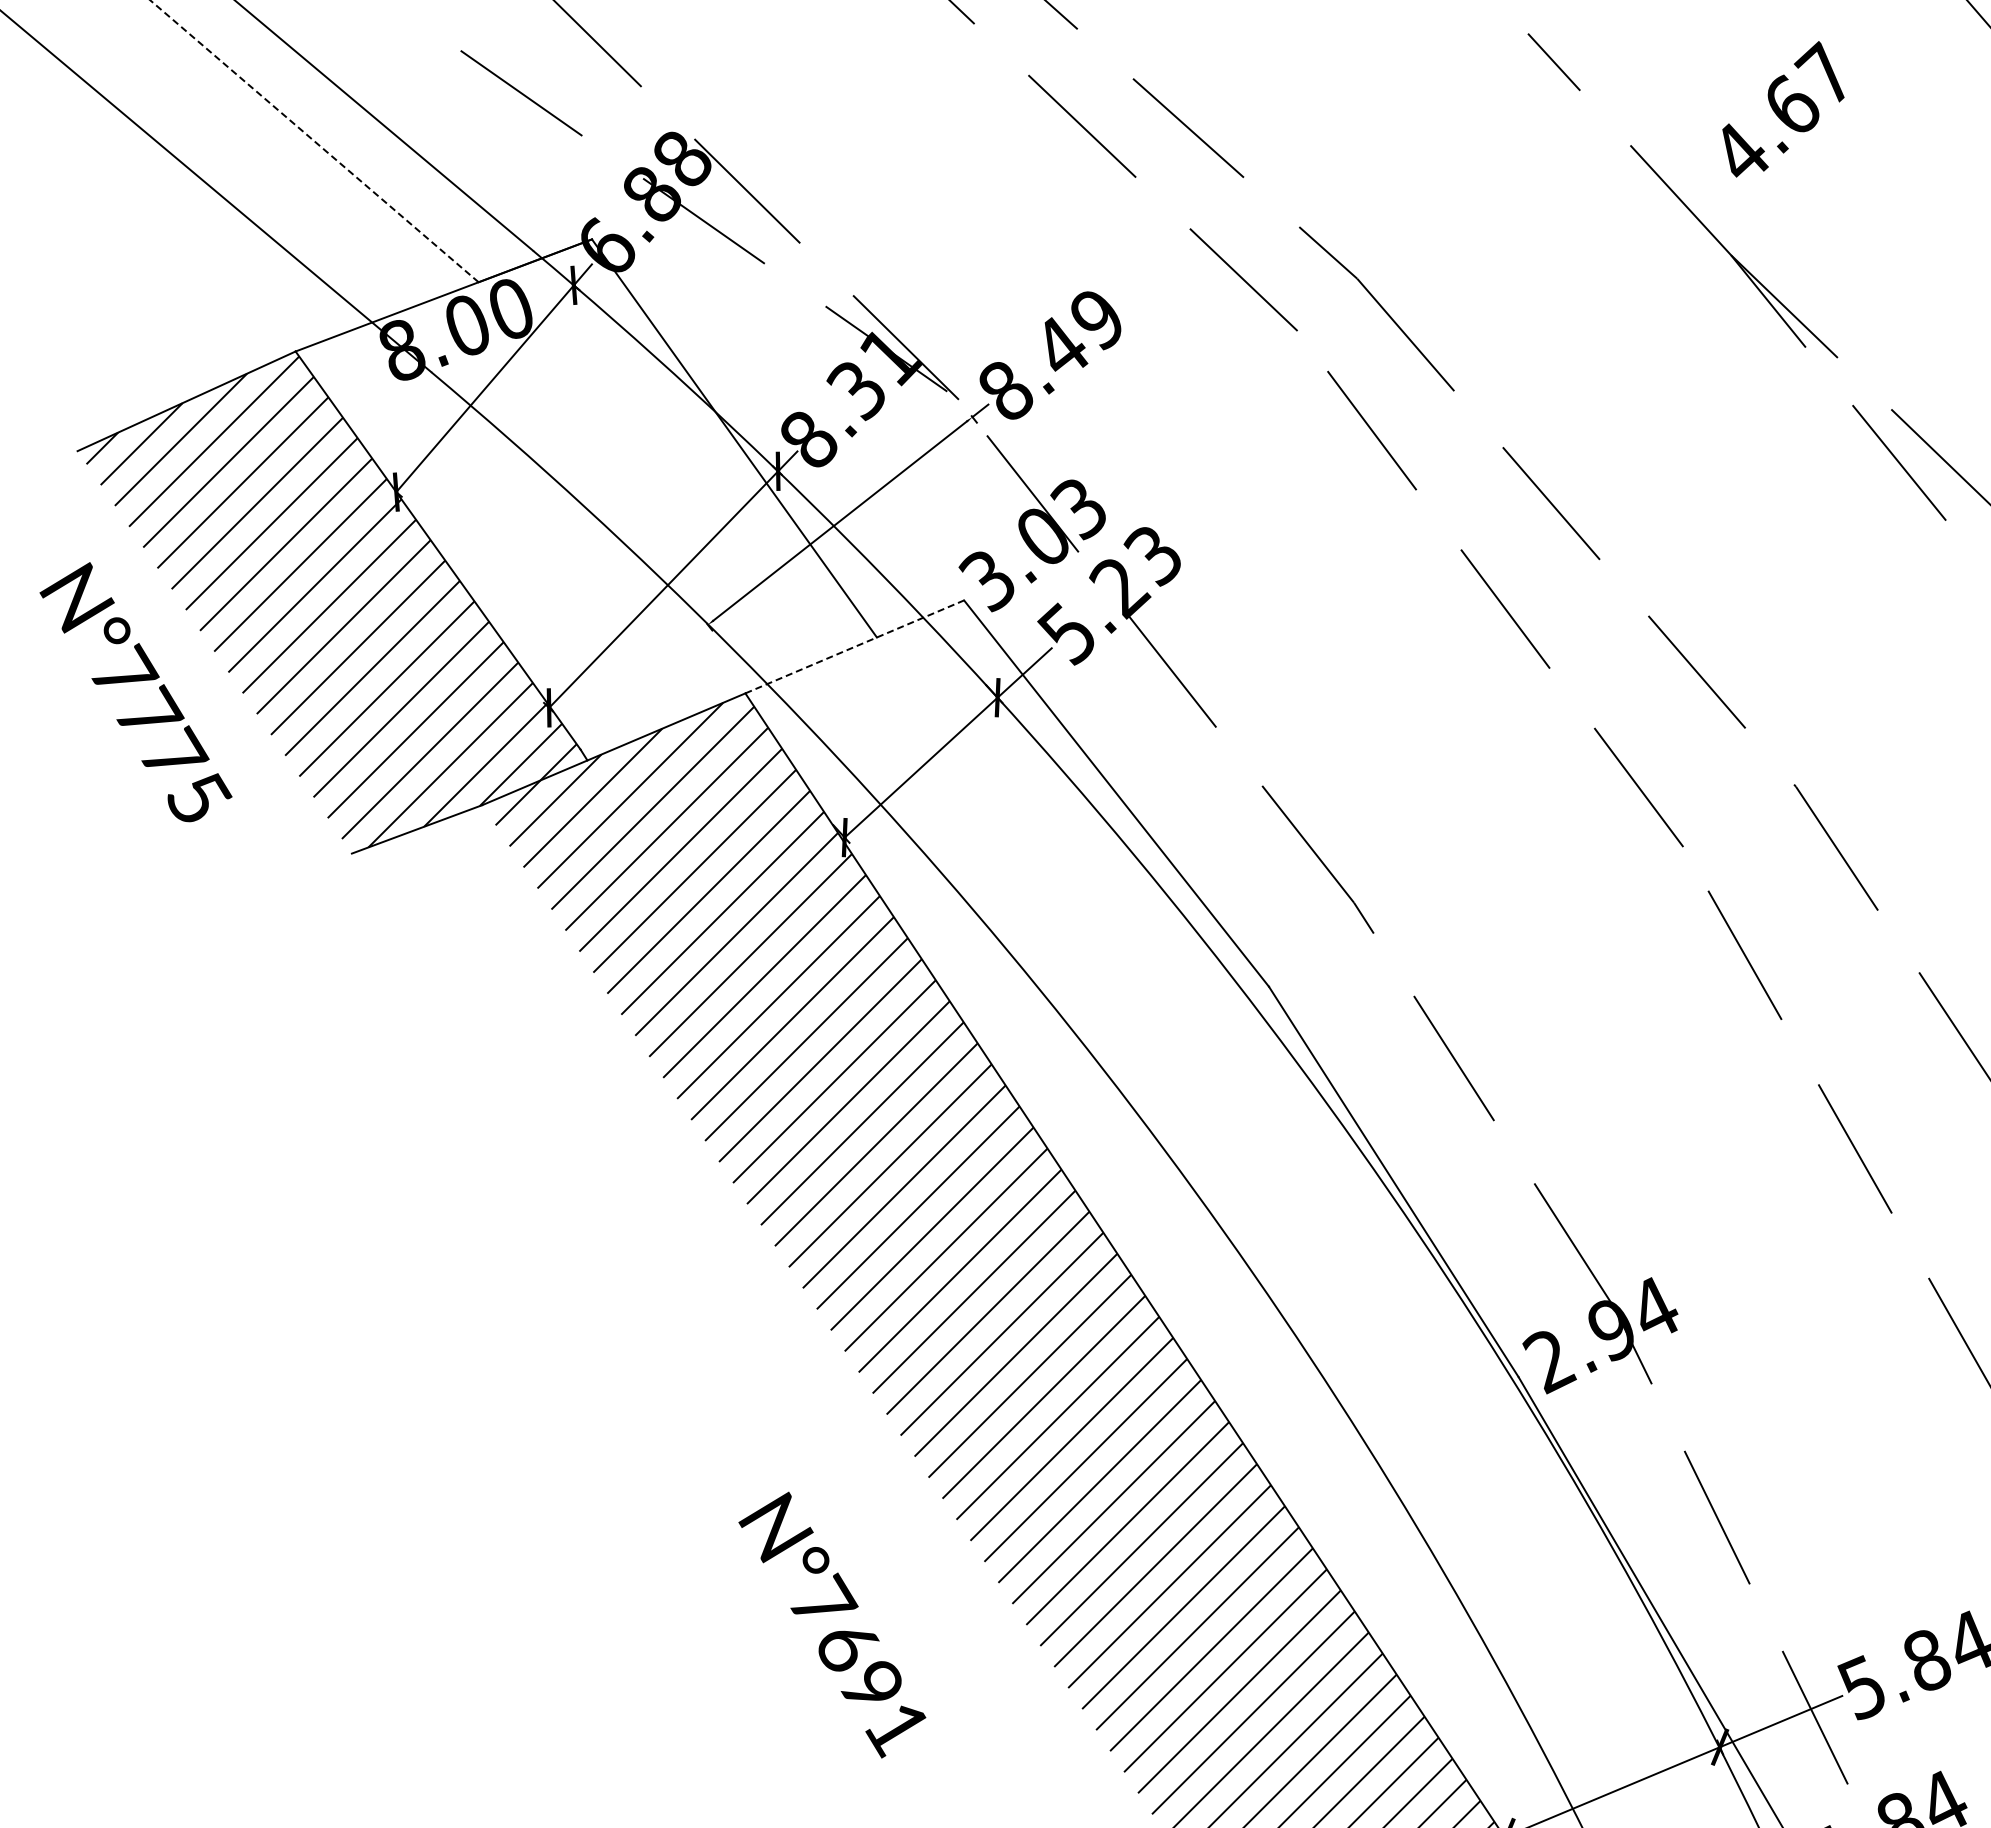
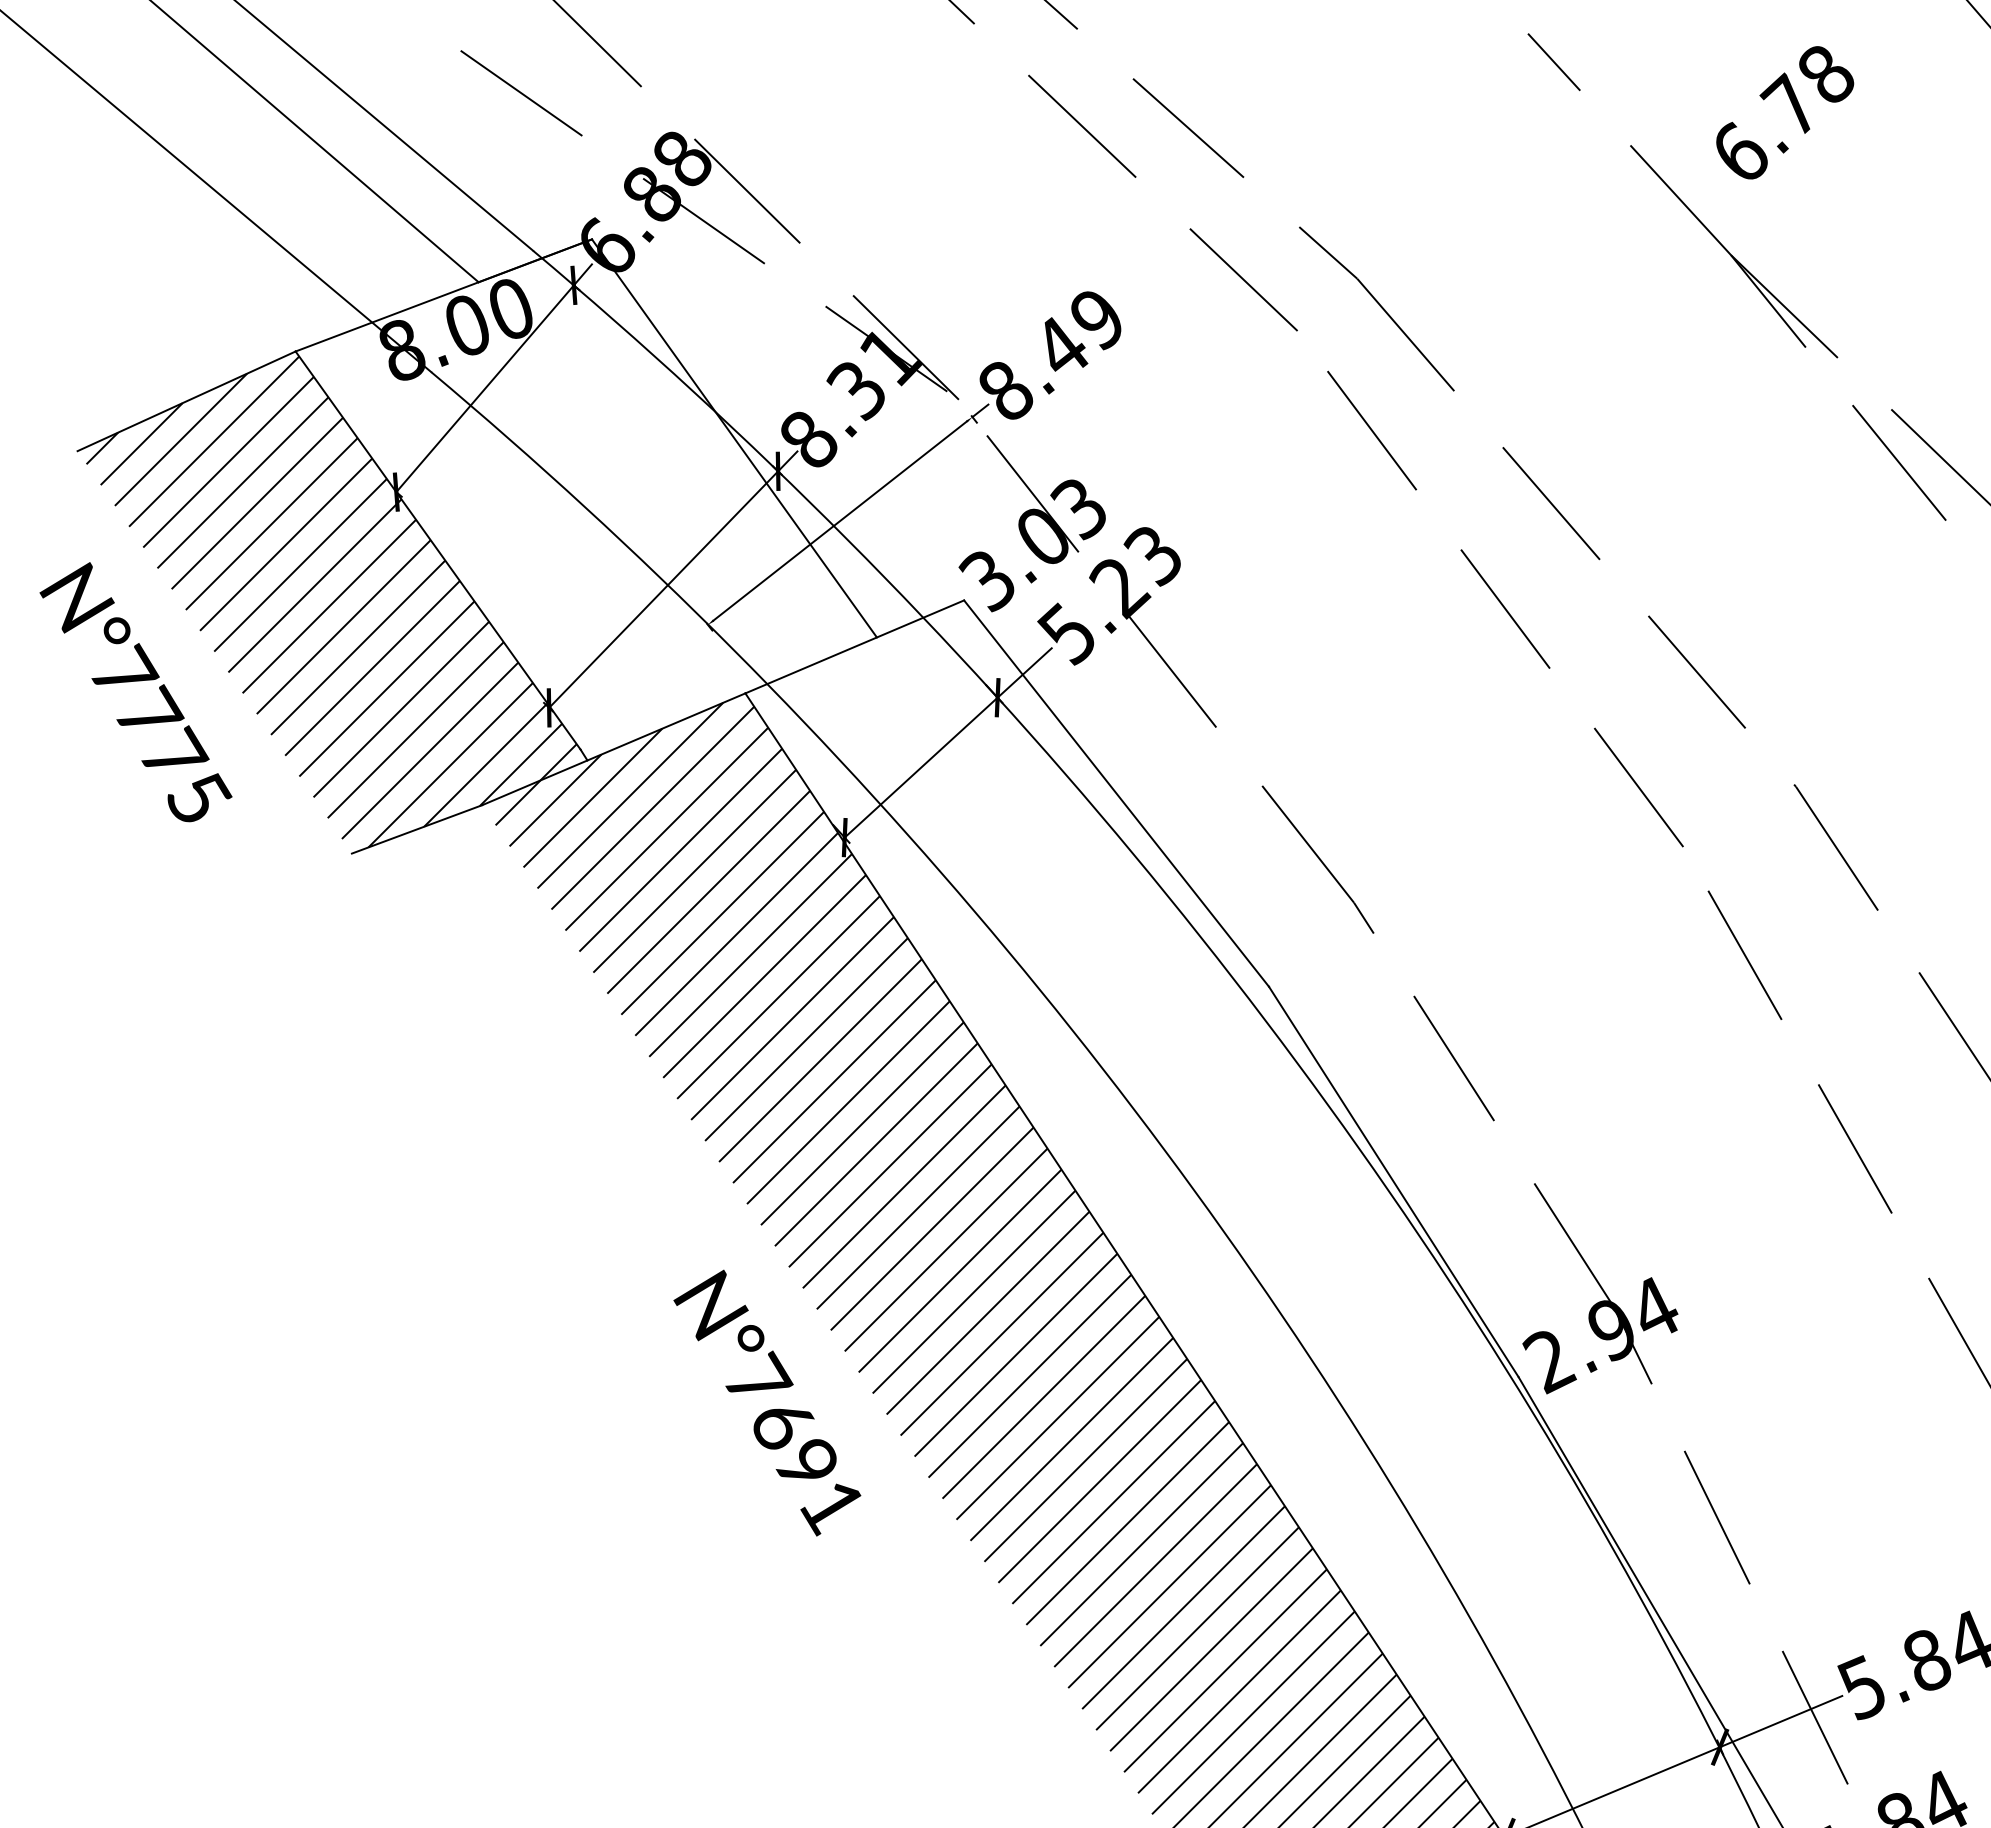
text at (1785, 110): 4.67 -> 6.78
line at (314, 141): dashed -> solid
line at (854, 646): dashed -> solid
text at (832, 1624) position: (832, 1624) -> (767, 1402)
